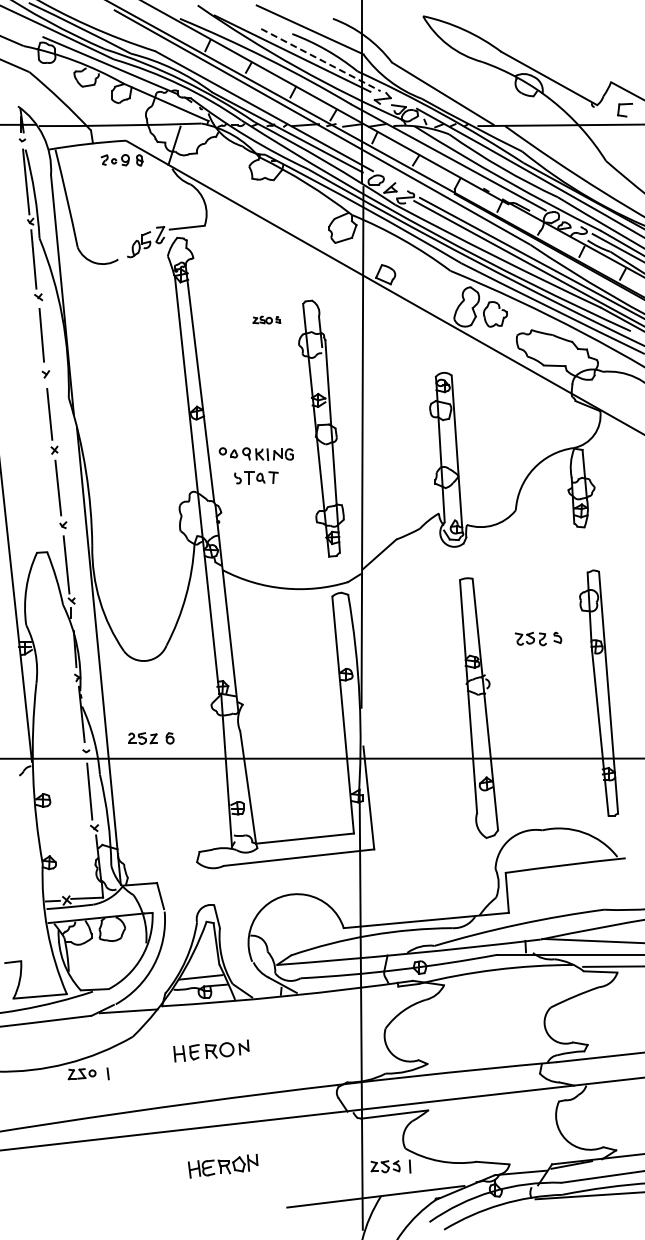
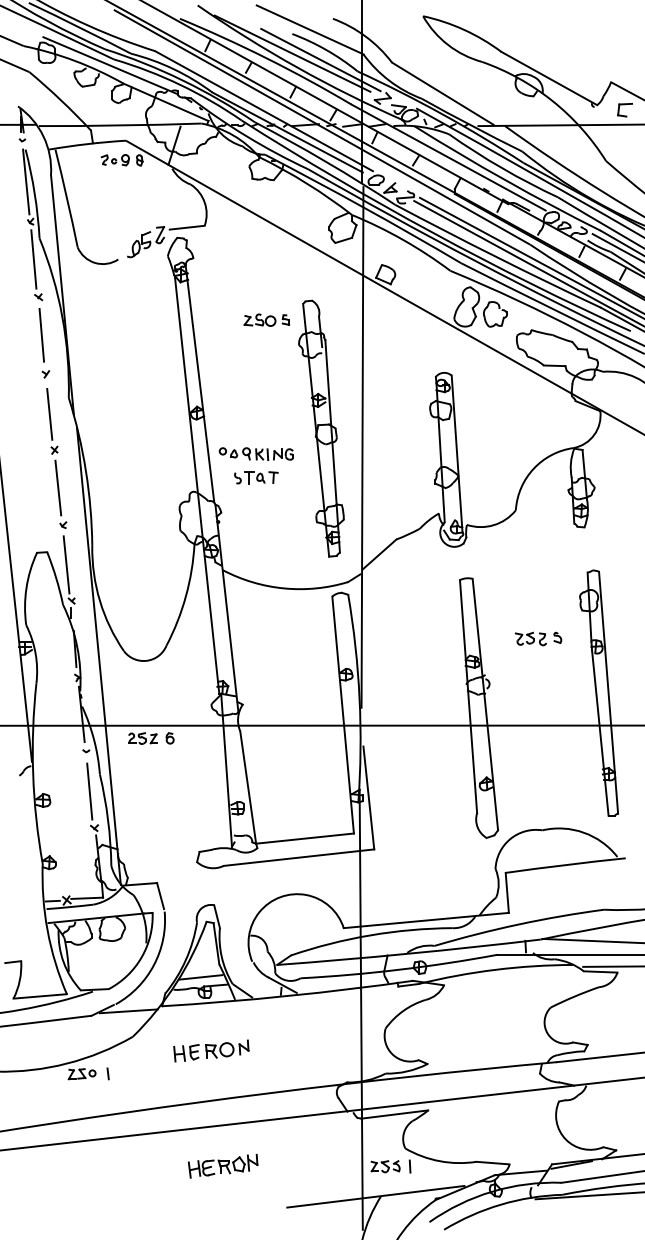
line at (321, 60): dashed -> solid
part at (266, 319) size: 30x10 px -> 48x14 px
line at (321, 758) position: (321, 758) -> (321, 725)
